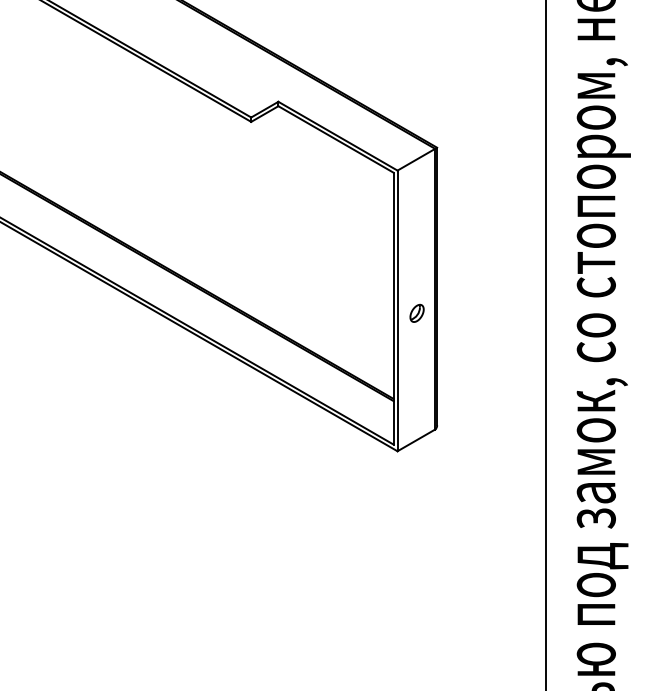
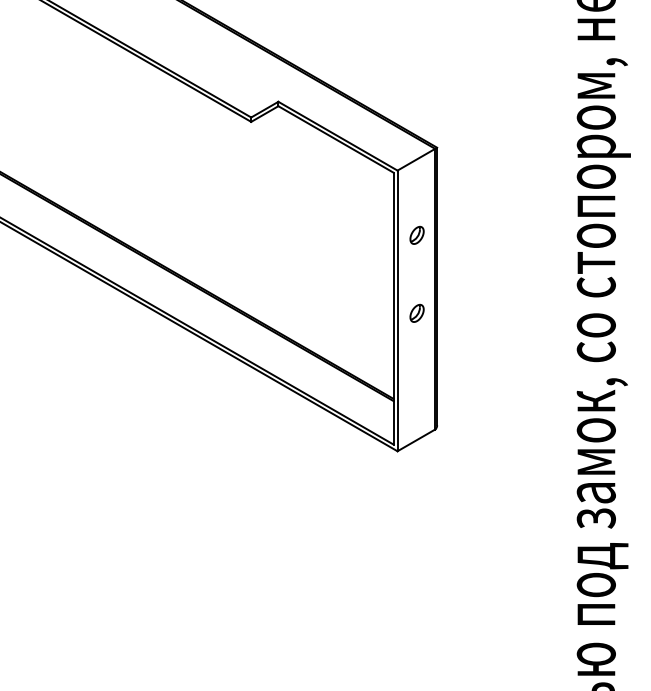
part at (416, 234): none -> present
line at (545, 344): present -> none
